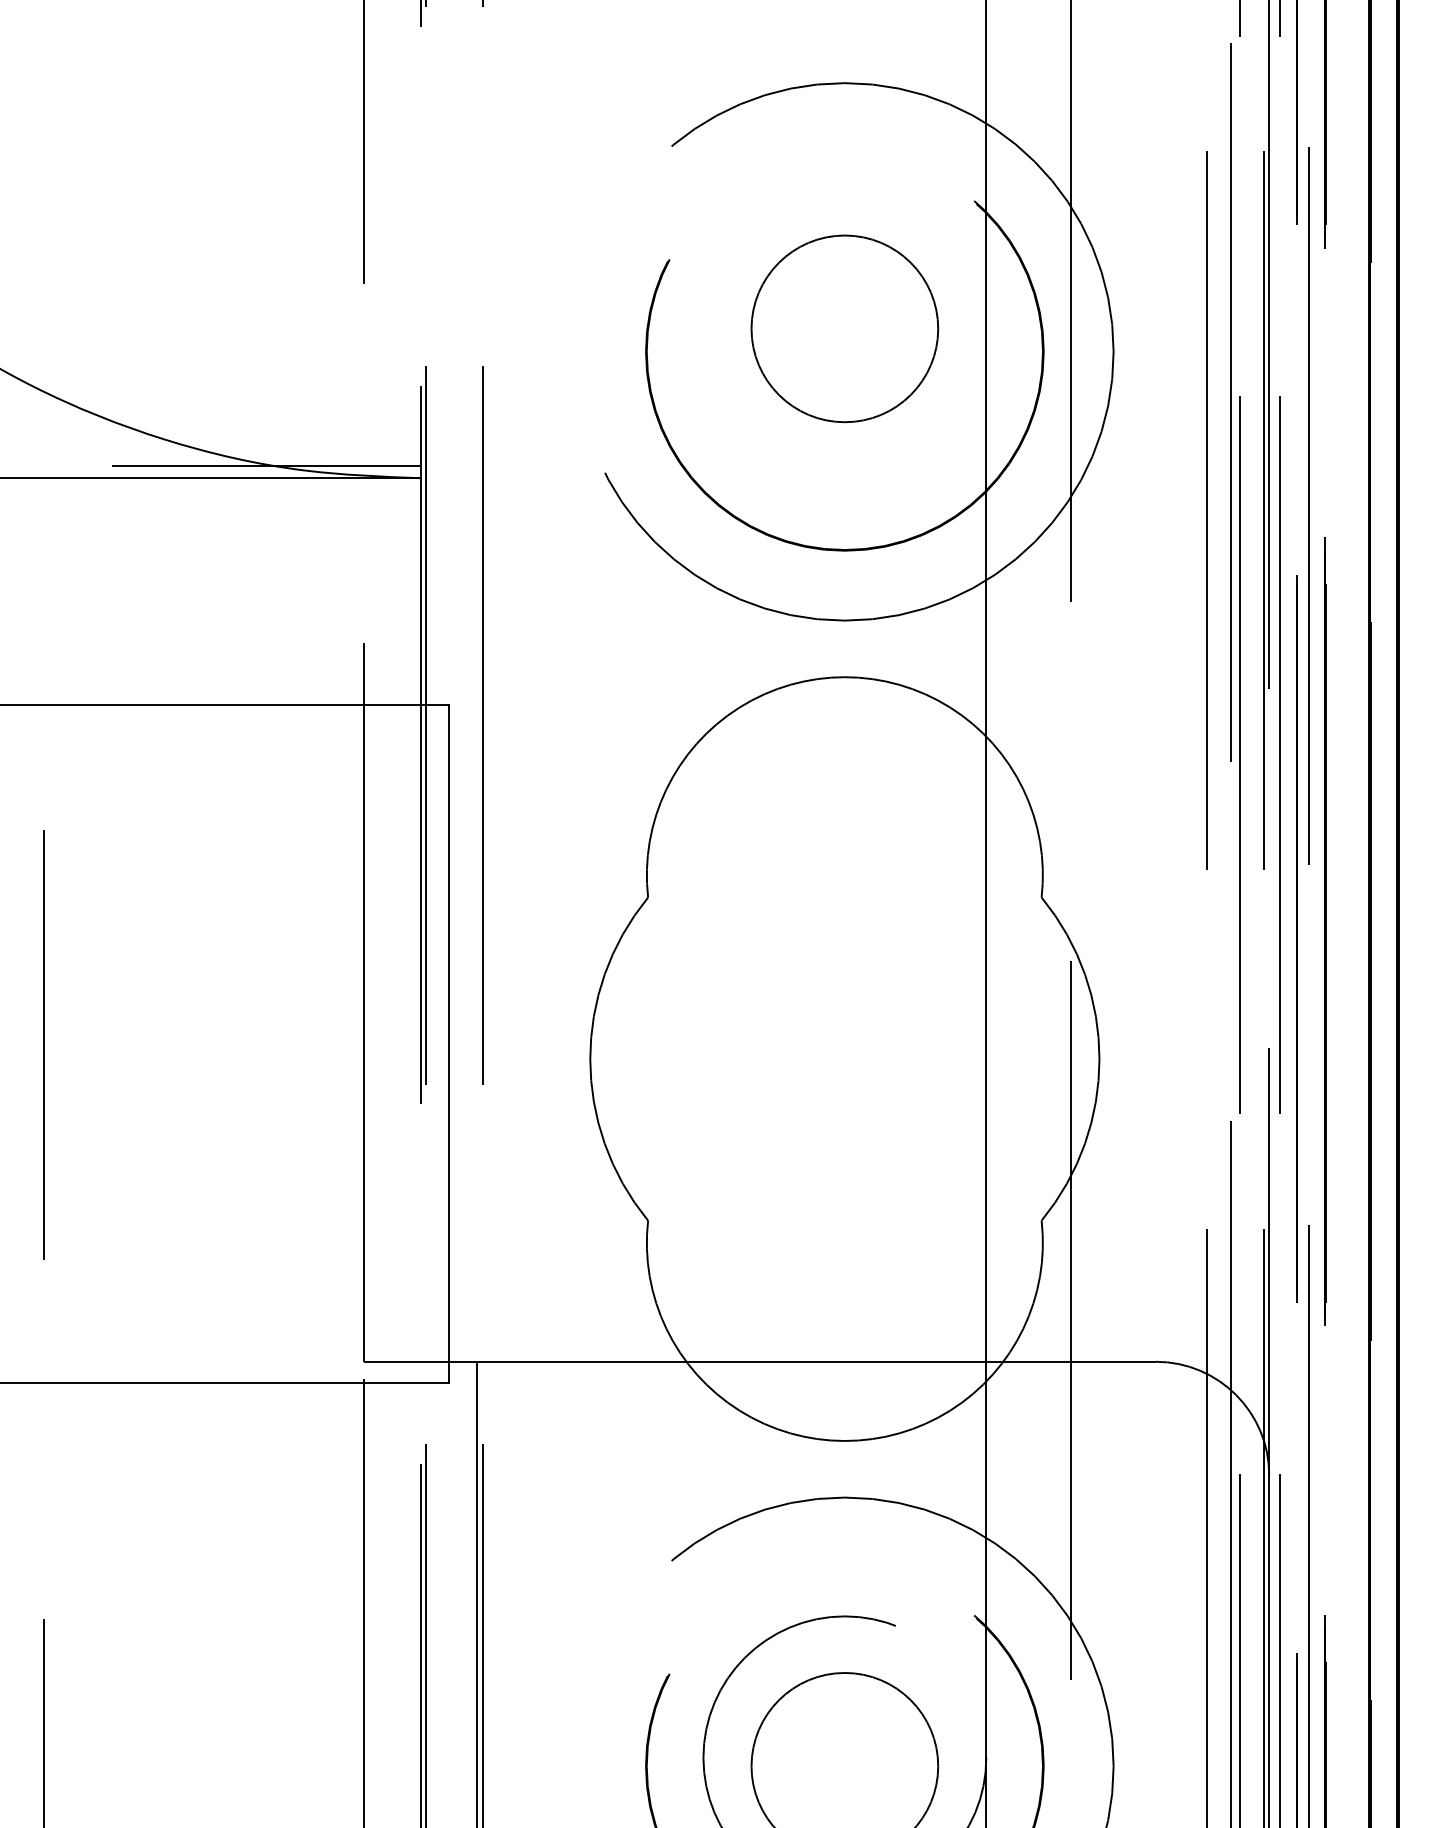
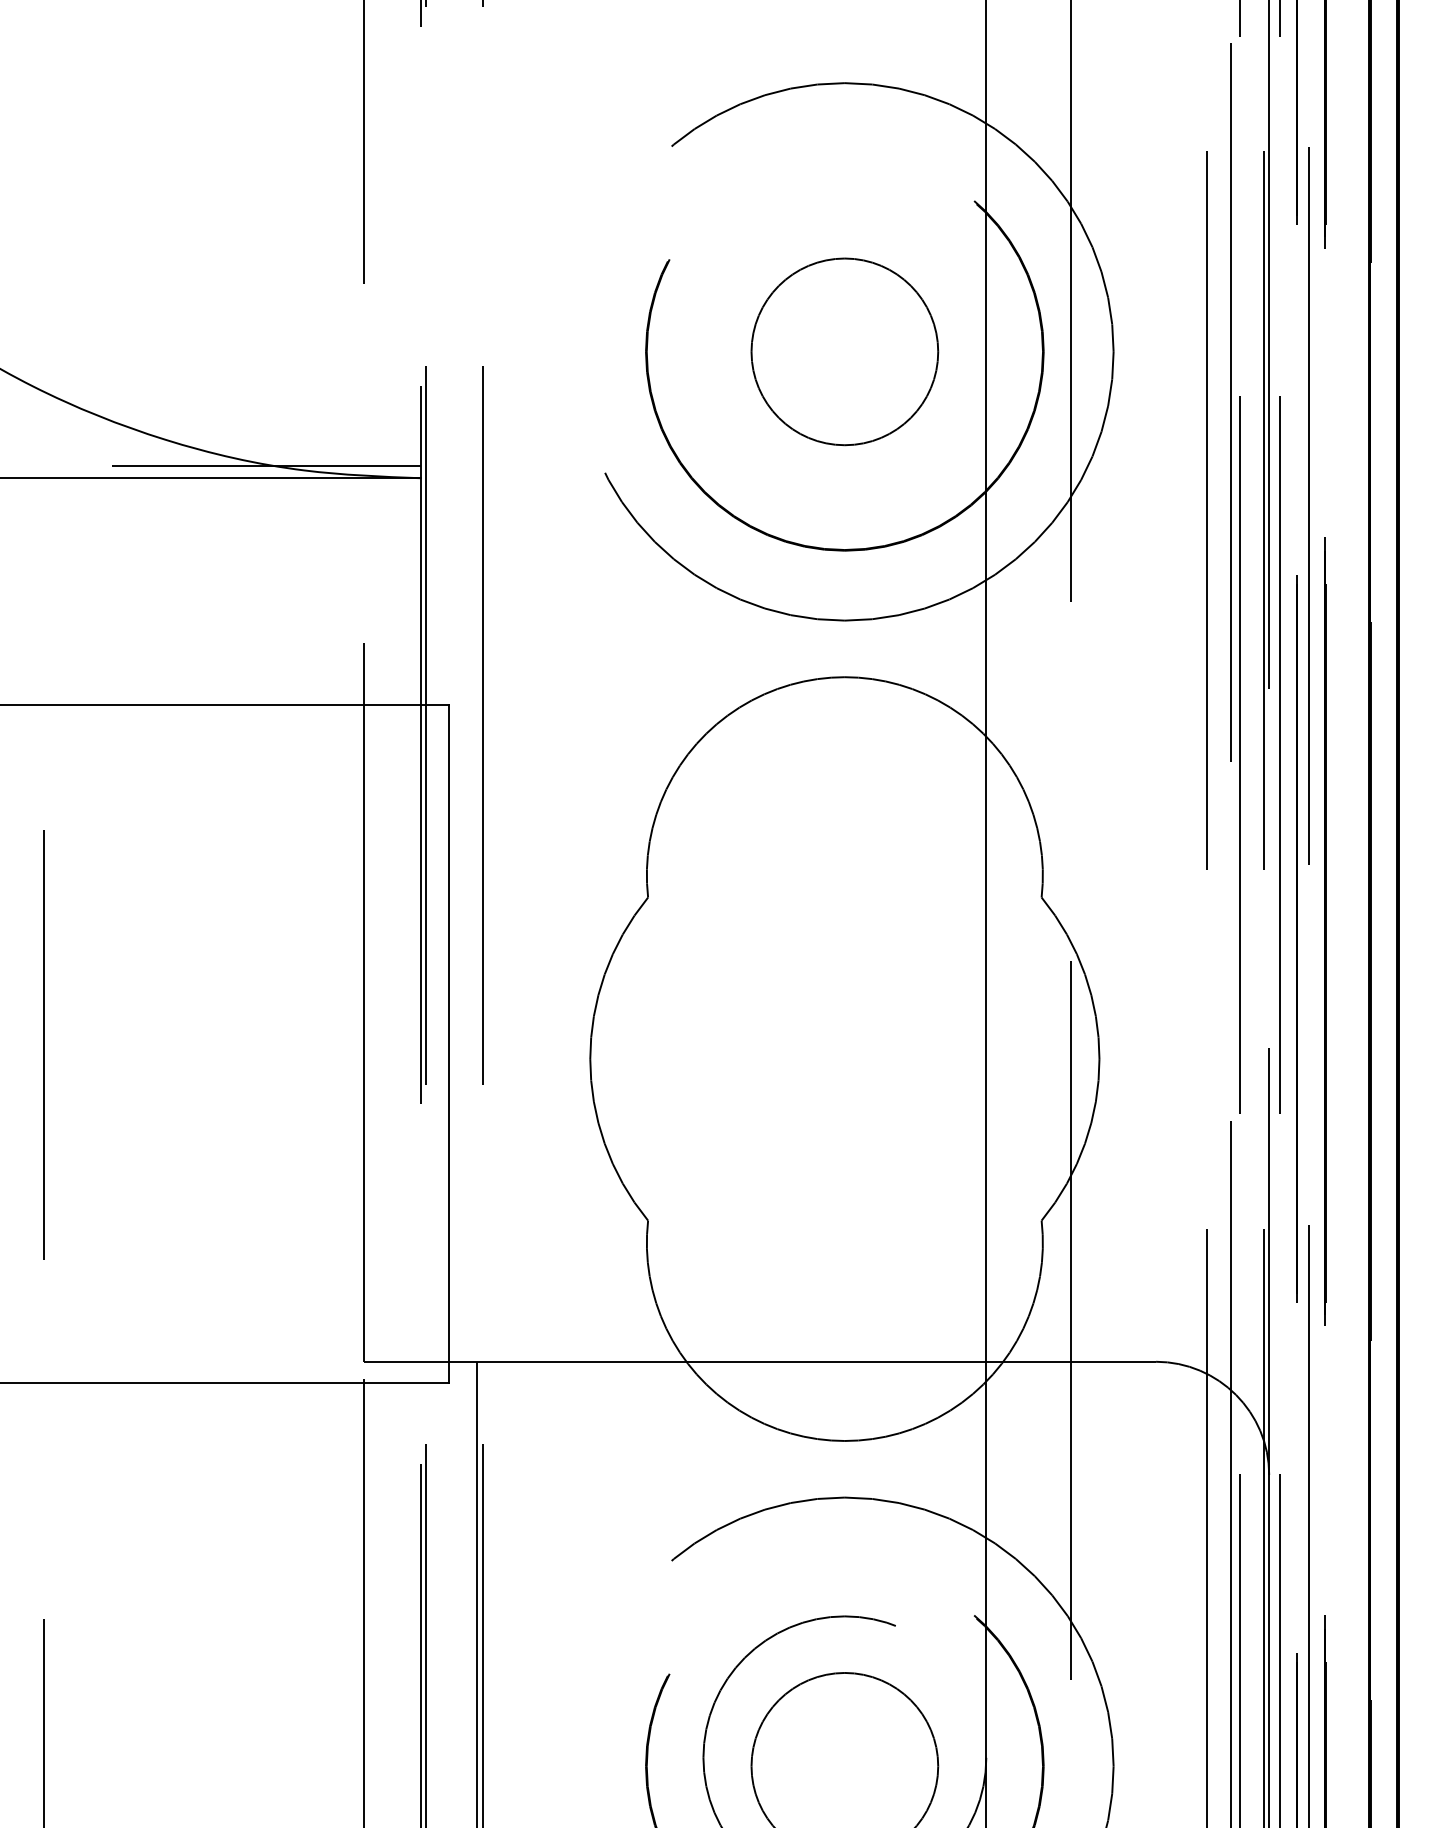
circle at (844, 328) position: (844, 328) -> (844, 351)
